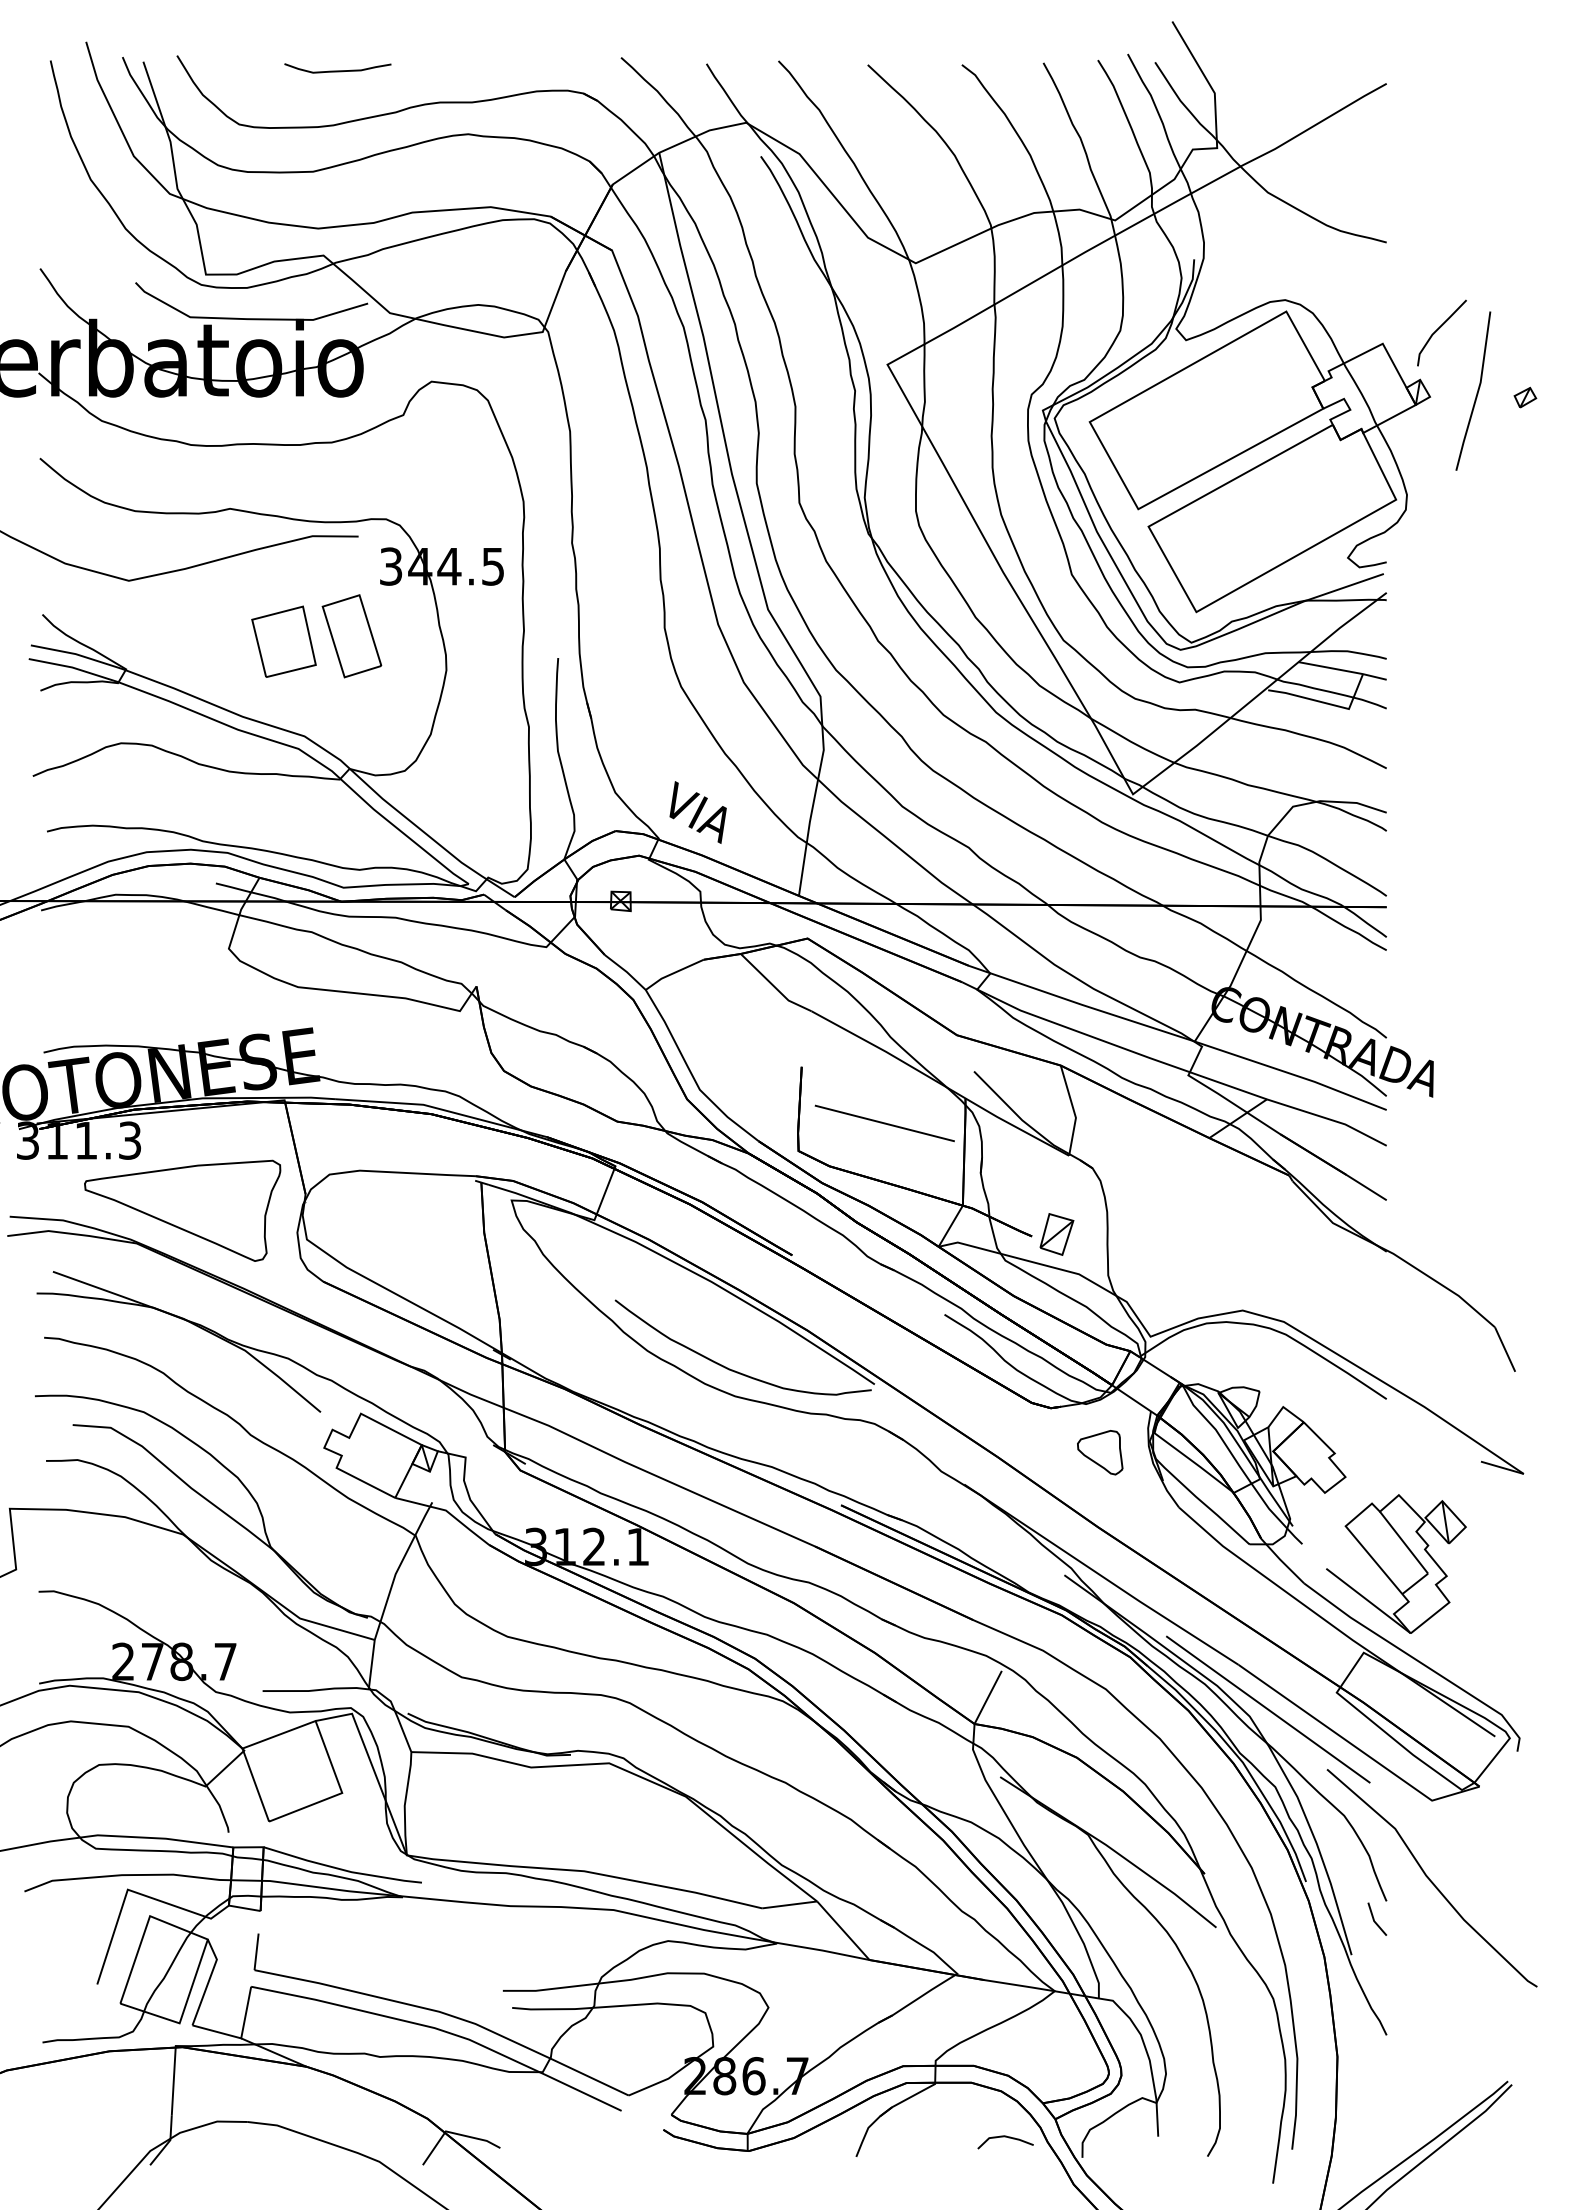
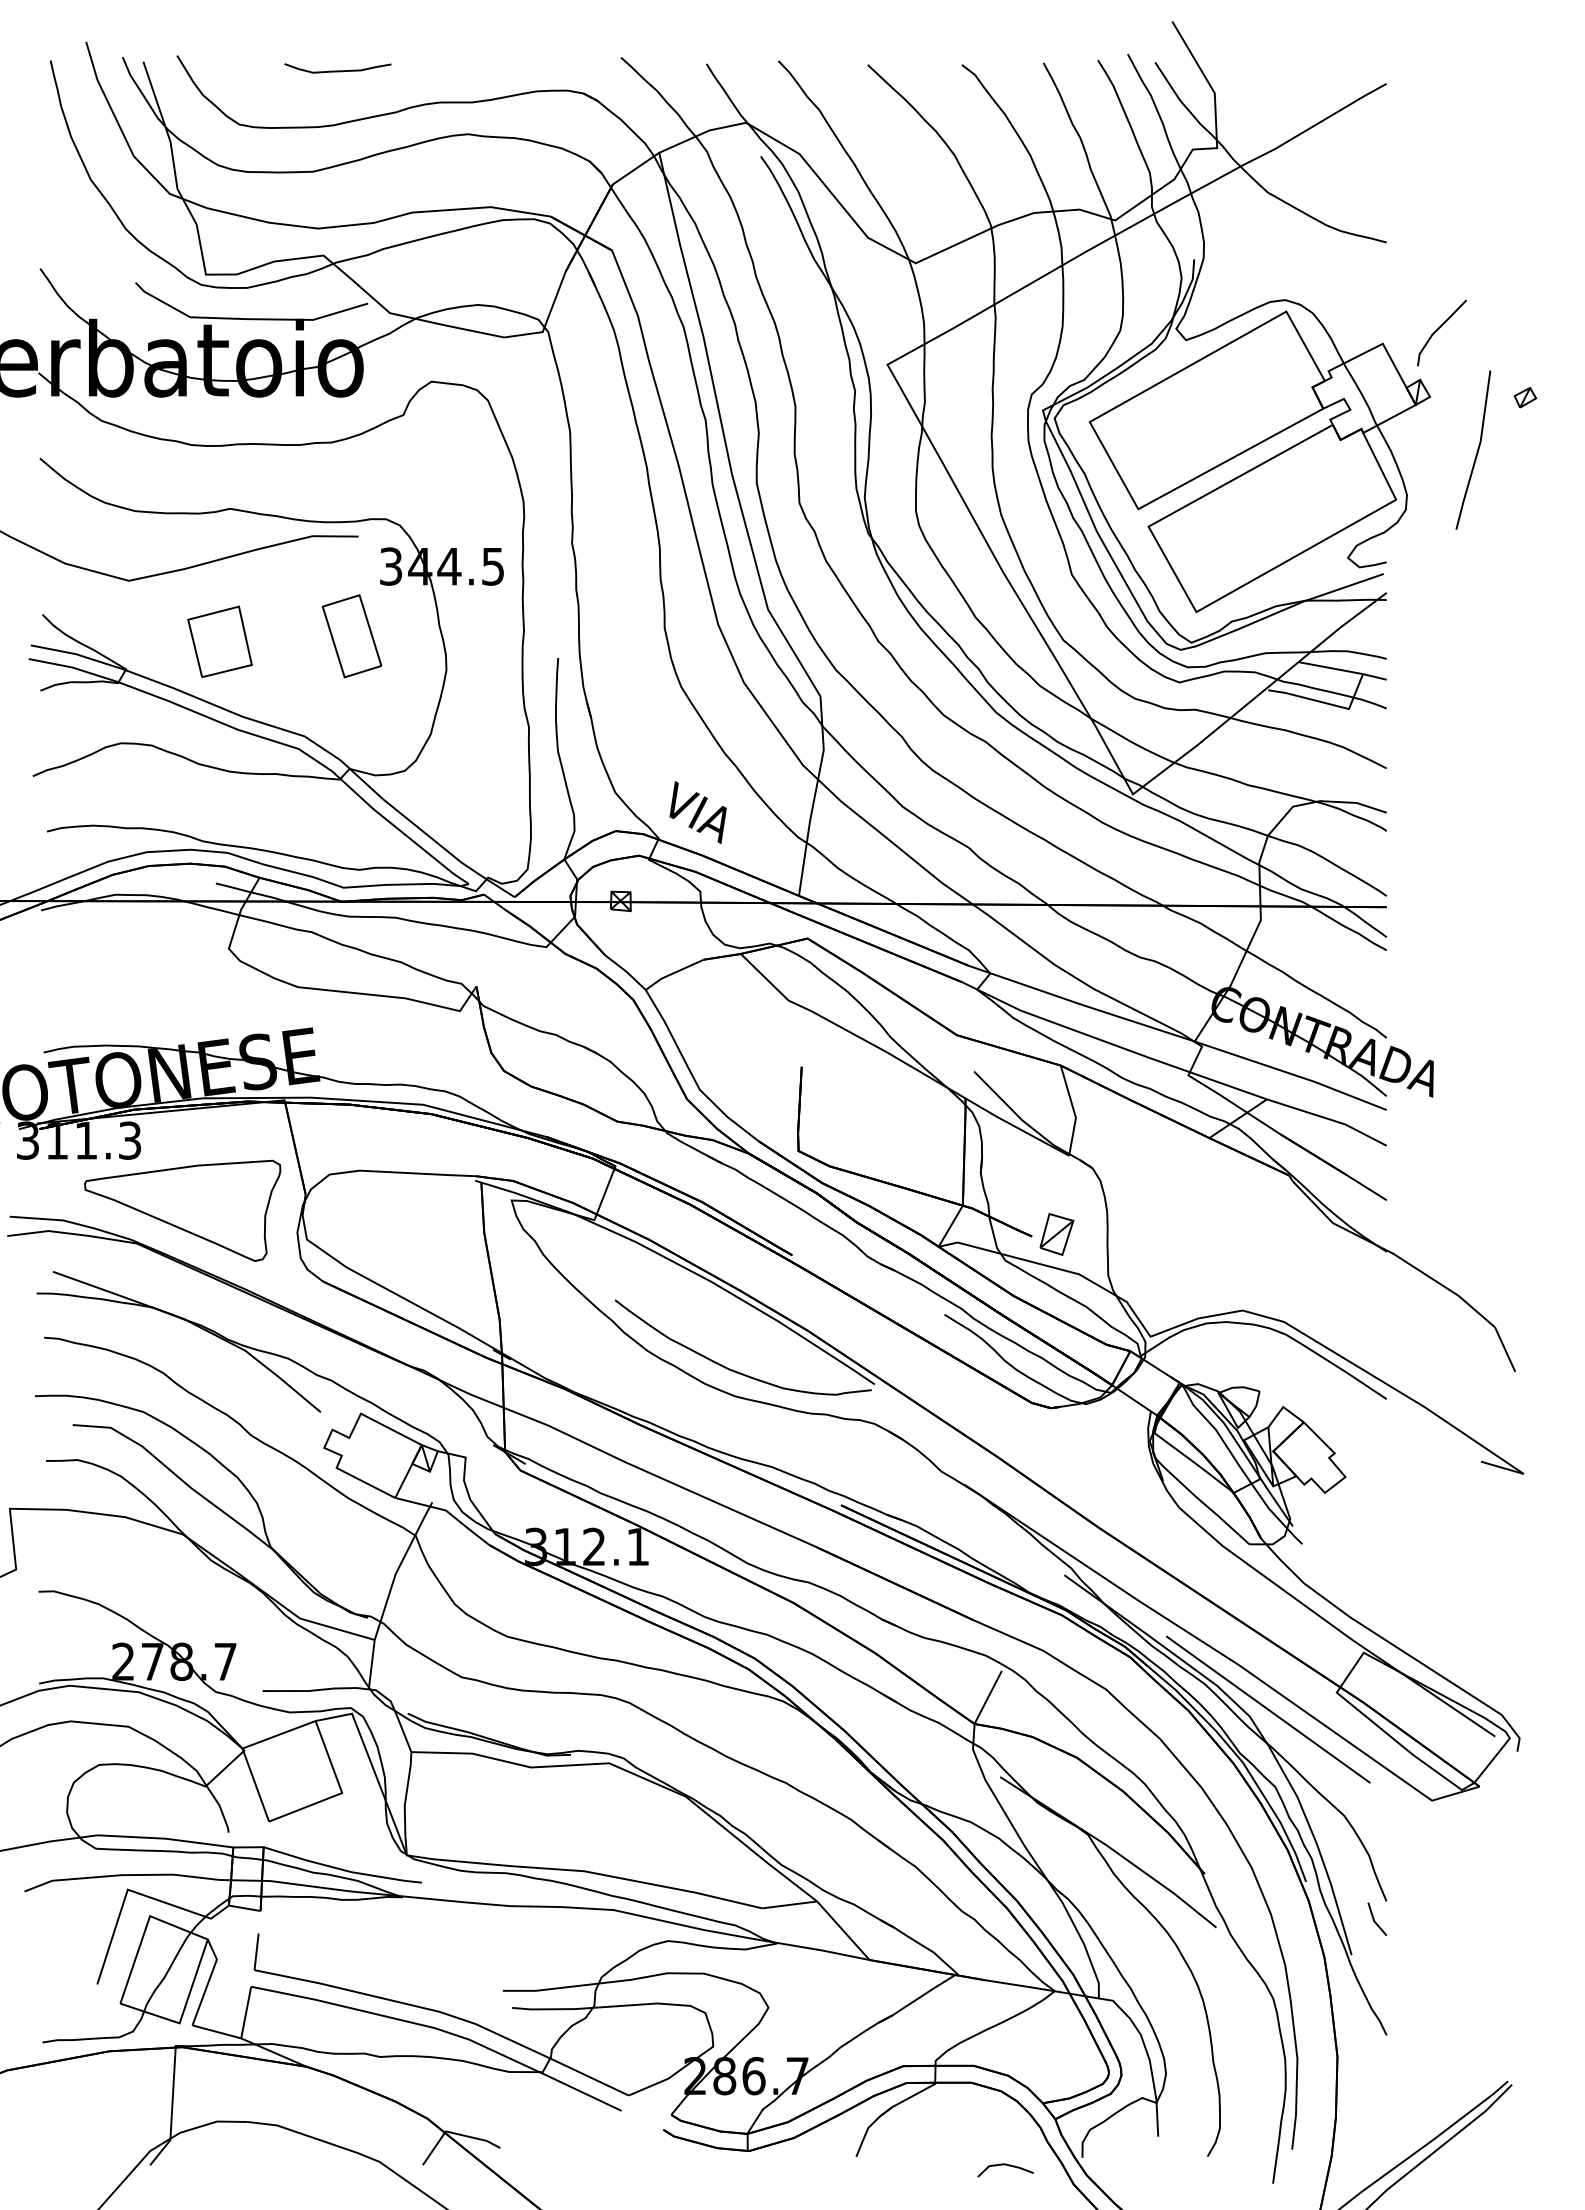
line at (1476, 392) position: (1476, 392) -> (1476, 451)
part at (283, 641) position: (283, 641) -> (219, 641)
line at (884, 1123): present -> none
part at (1100, 1452): present -> none
part at (1396, 1563): present -> none
curve at (1430, 1879): present -> none
line at (1005, 2137) position: (1005, 2137) -> (1005, 2165)
